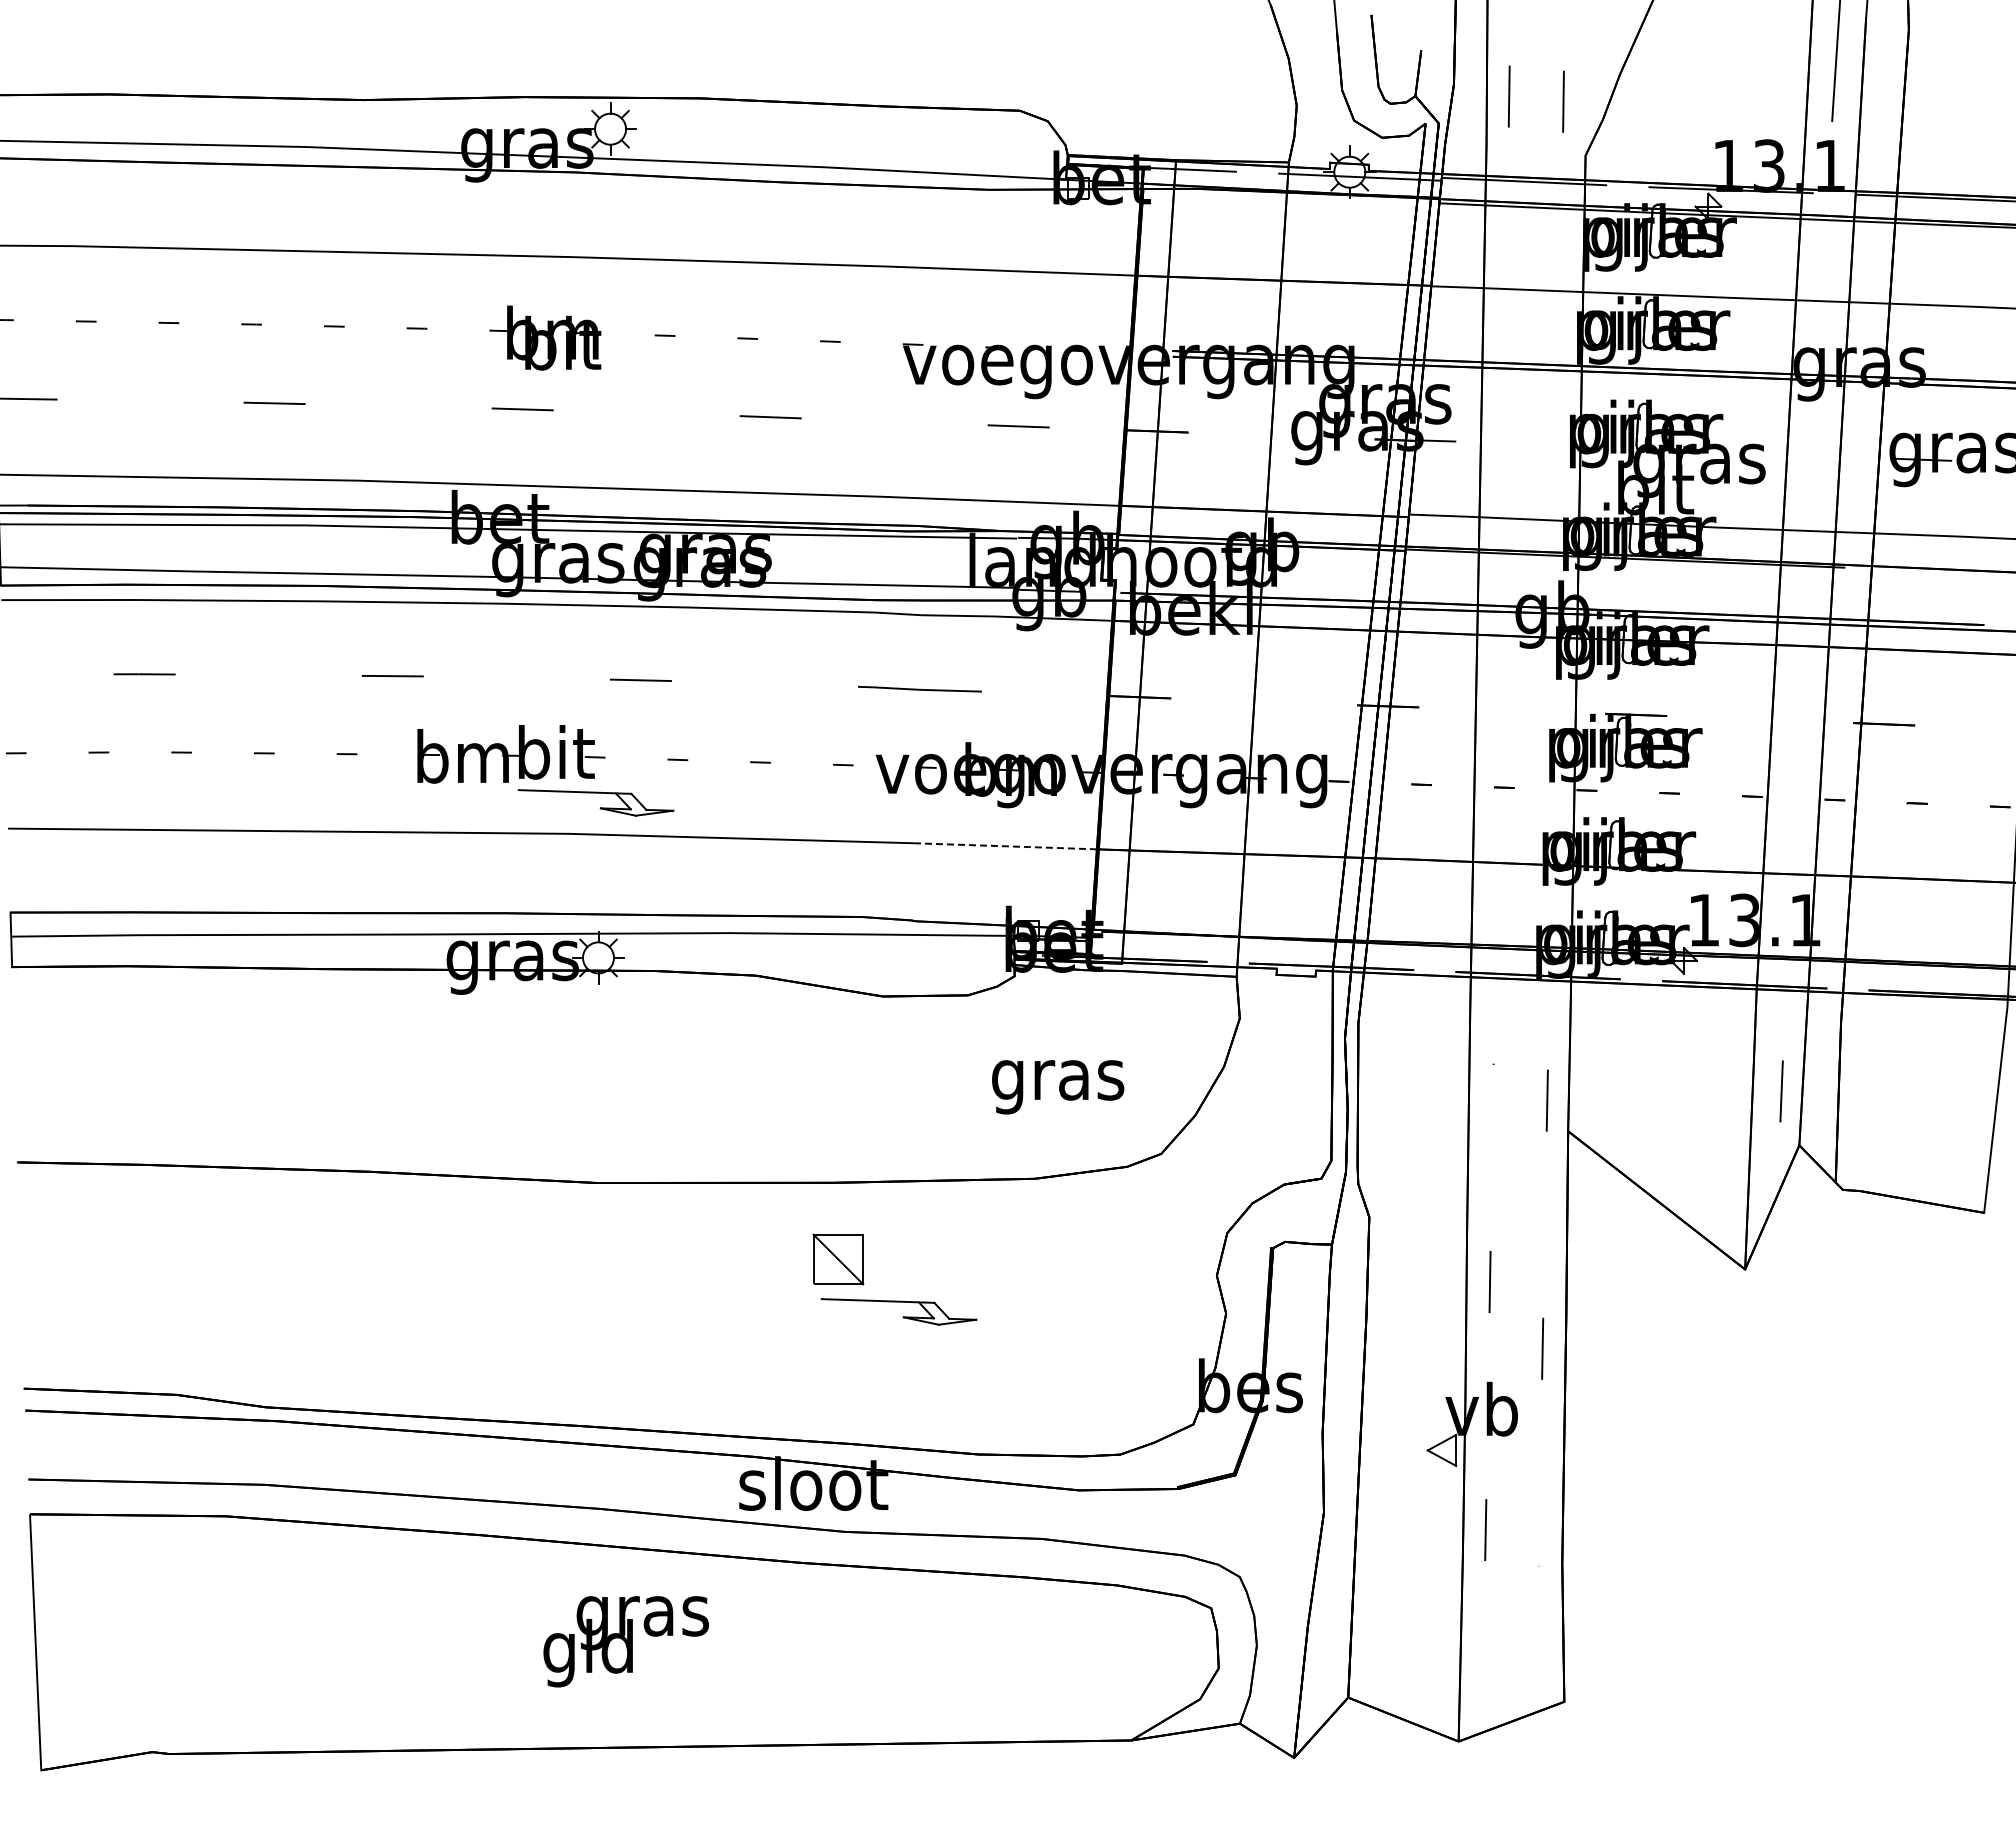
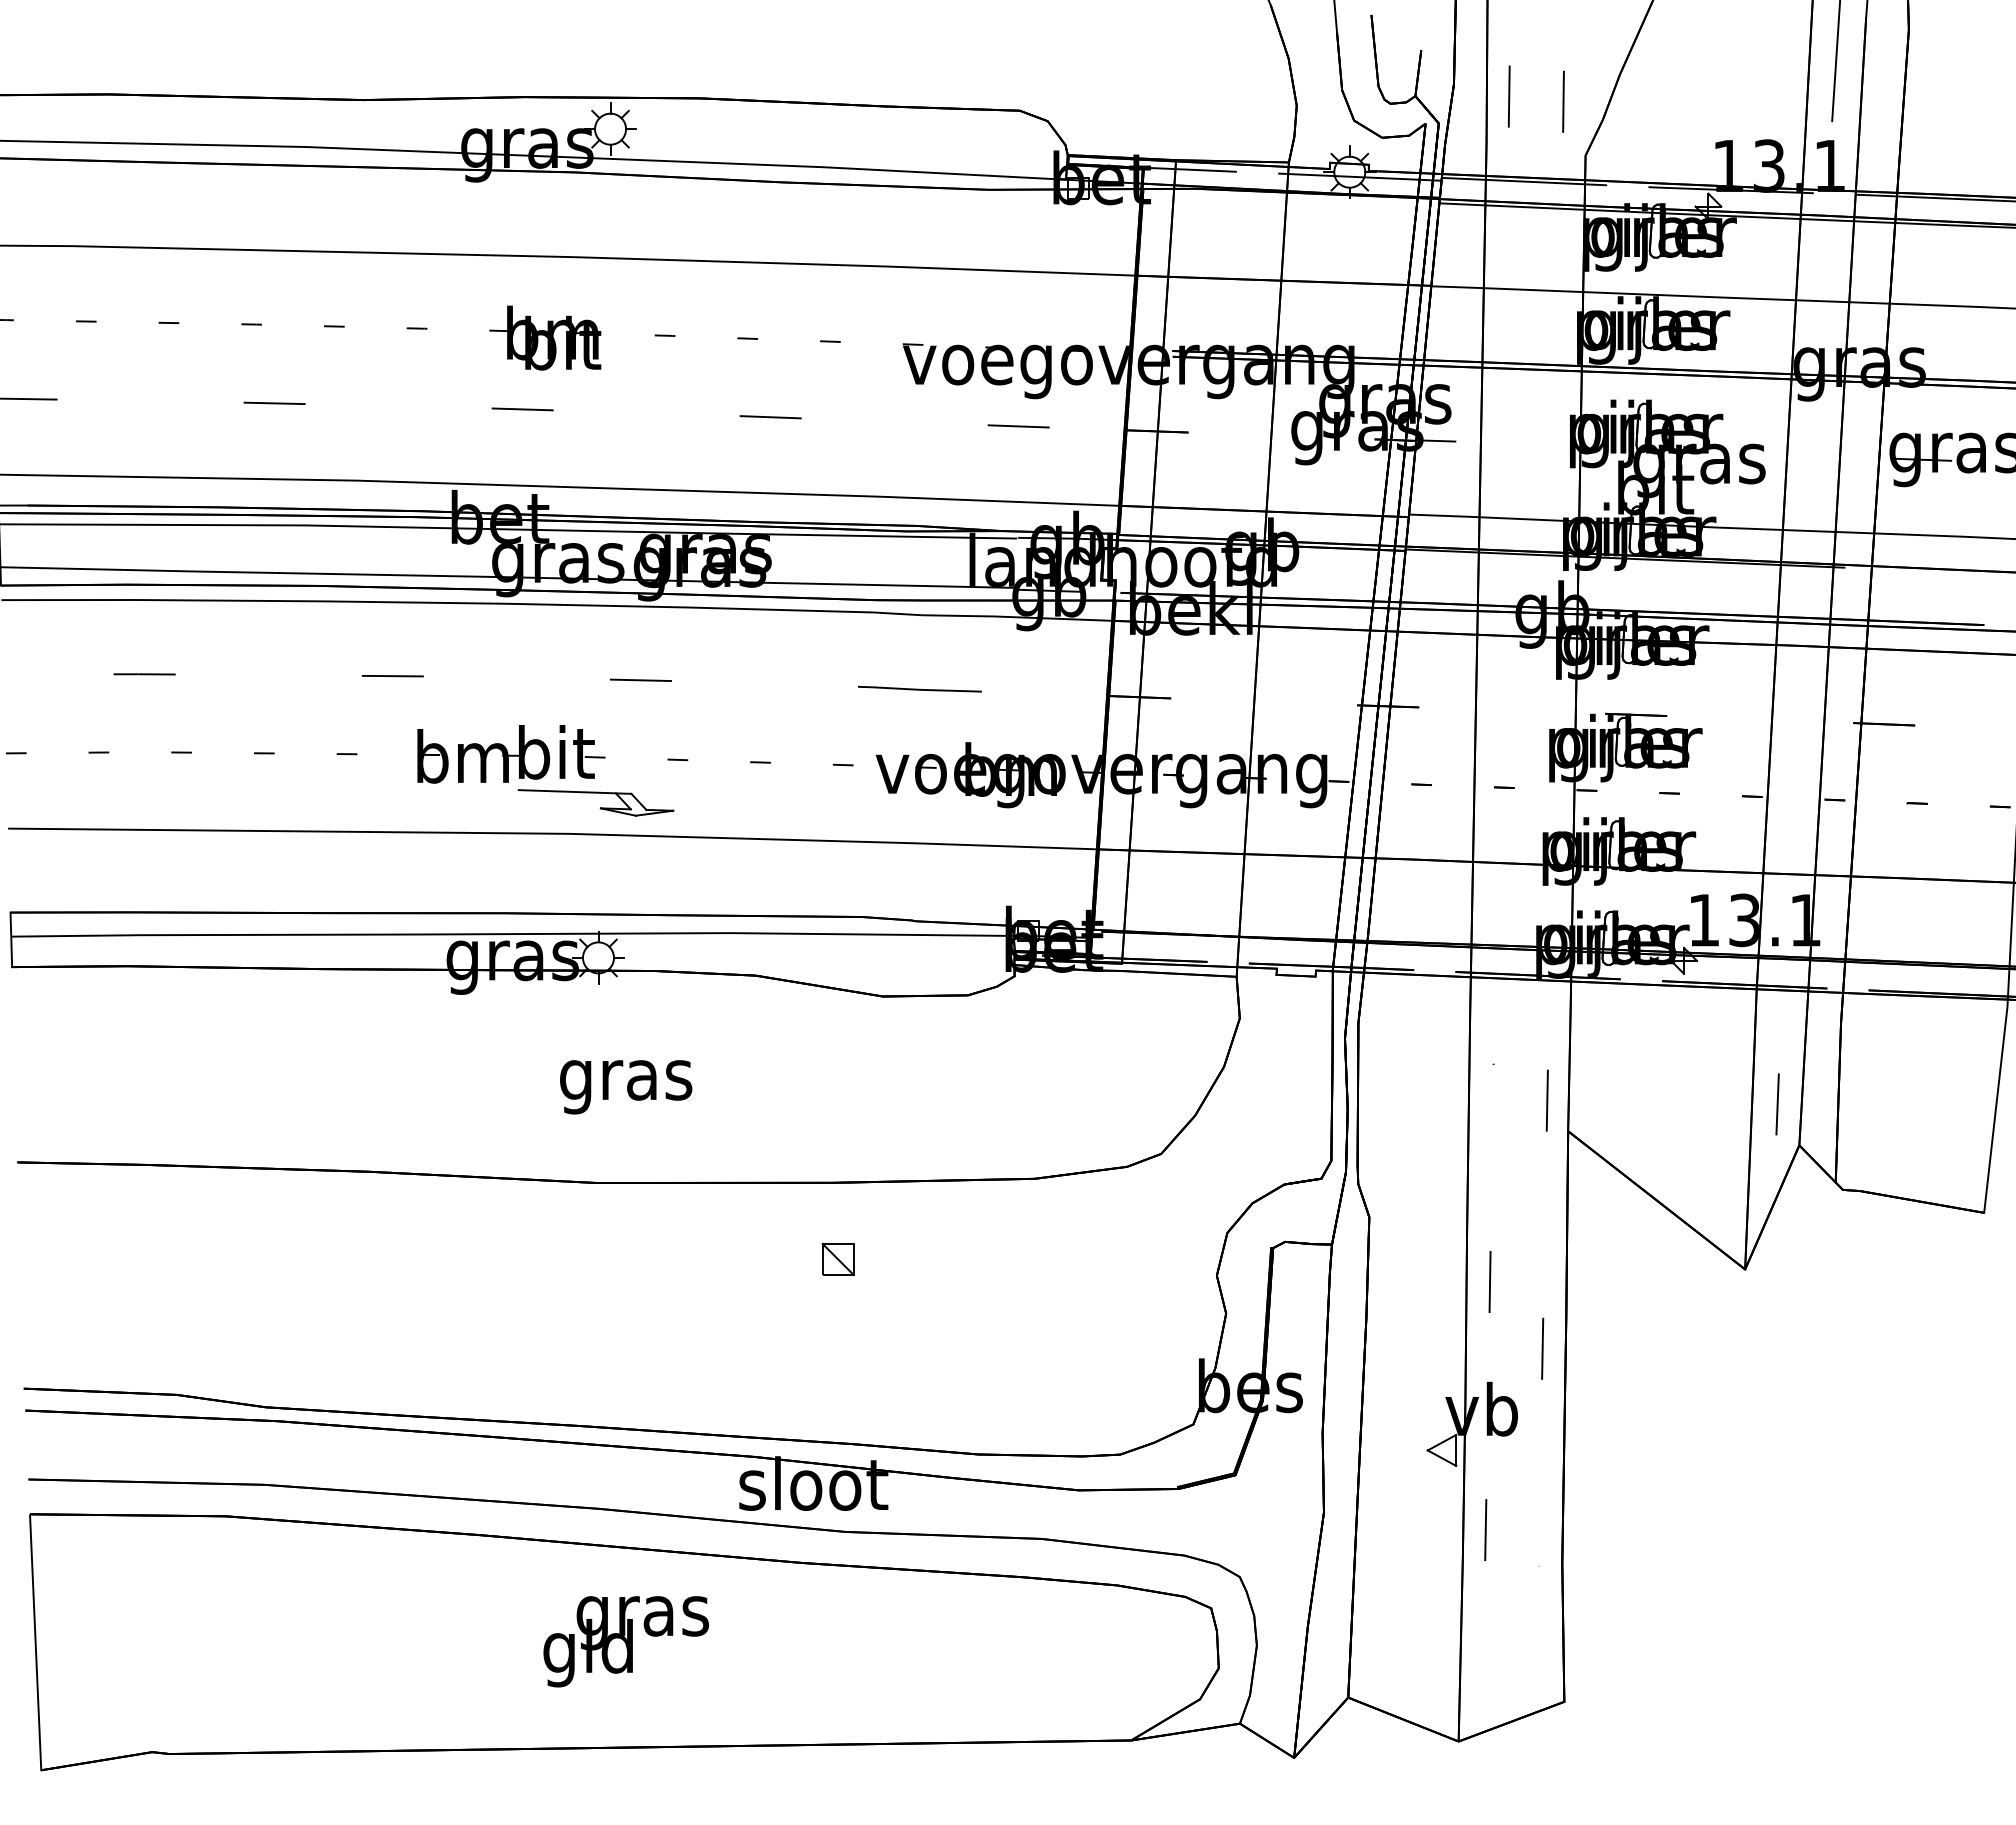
line at (1005, 846): dashed -> solid
text at (1058, 1087) position: (1058, 1087) -> (626, 1087)
line at (1781, 1091) position: (1781, 1091) -> (1777, 1104)
part at (838, 1259) size: 53x53 px -> 34x35 px
part at (903, 1316): present -> none
